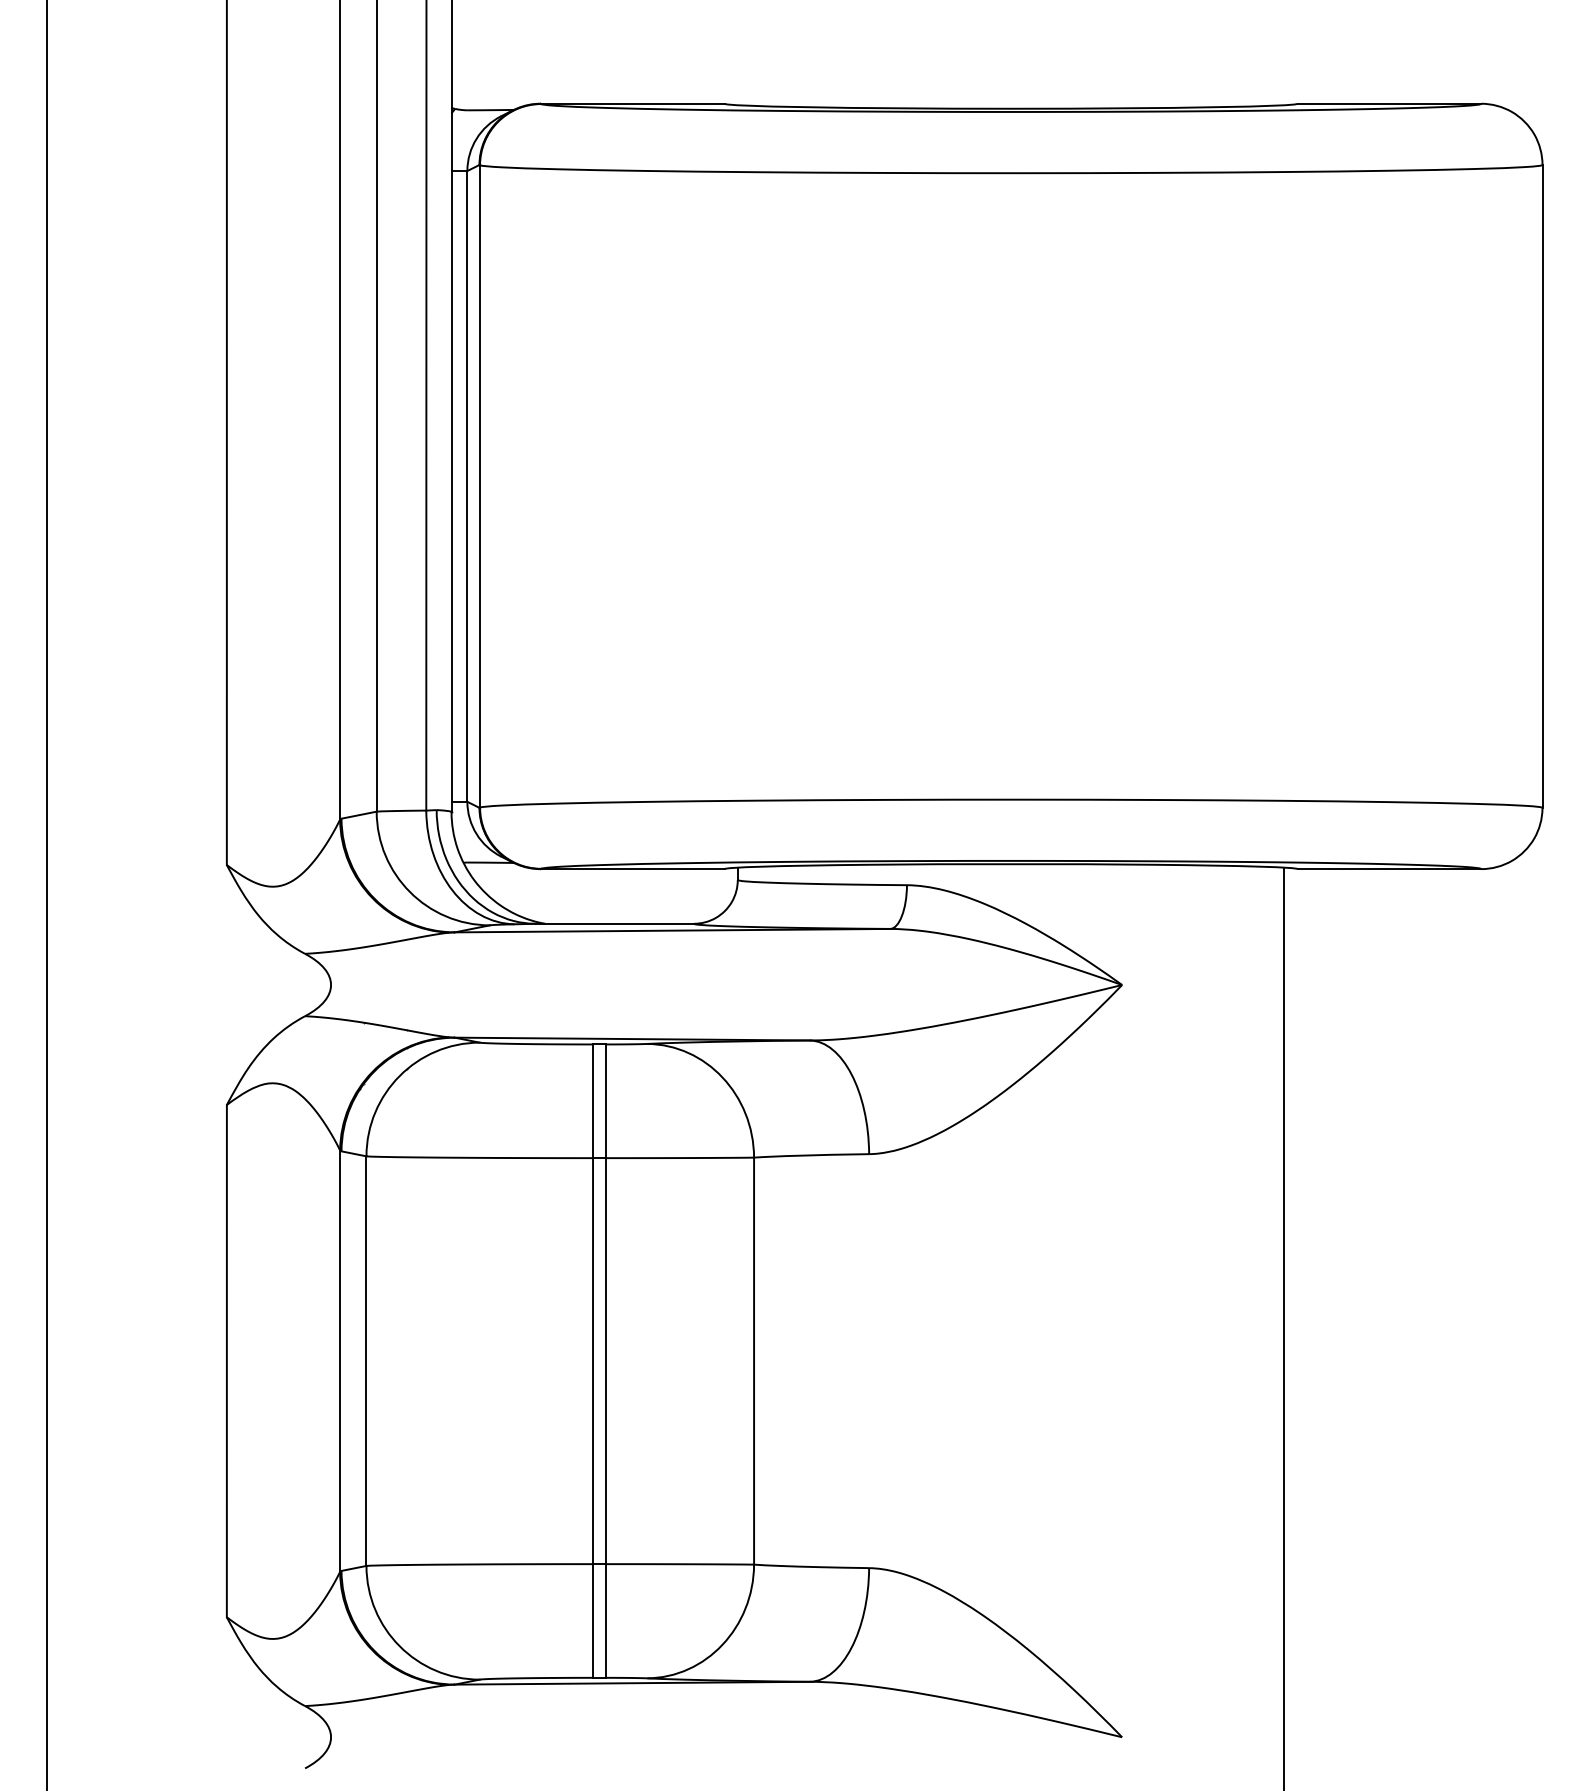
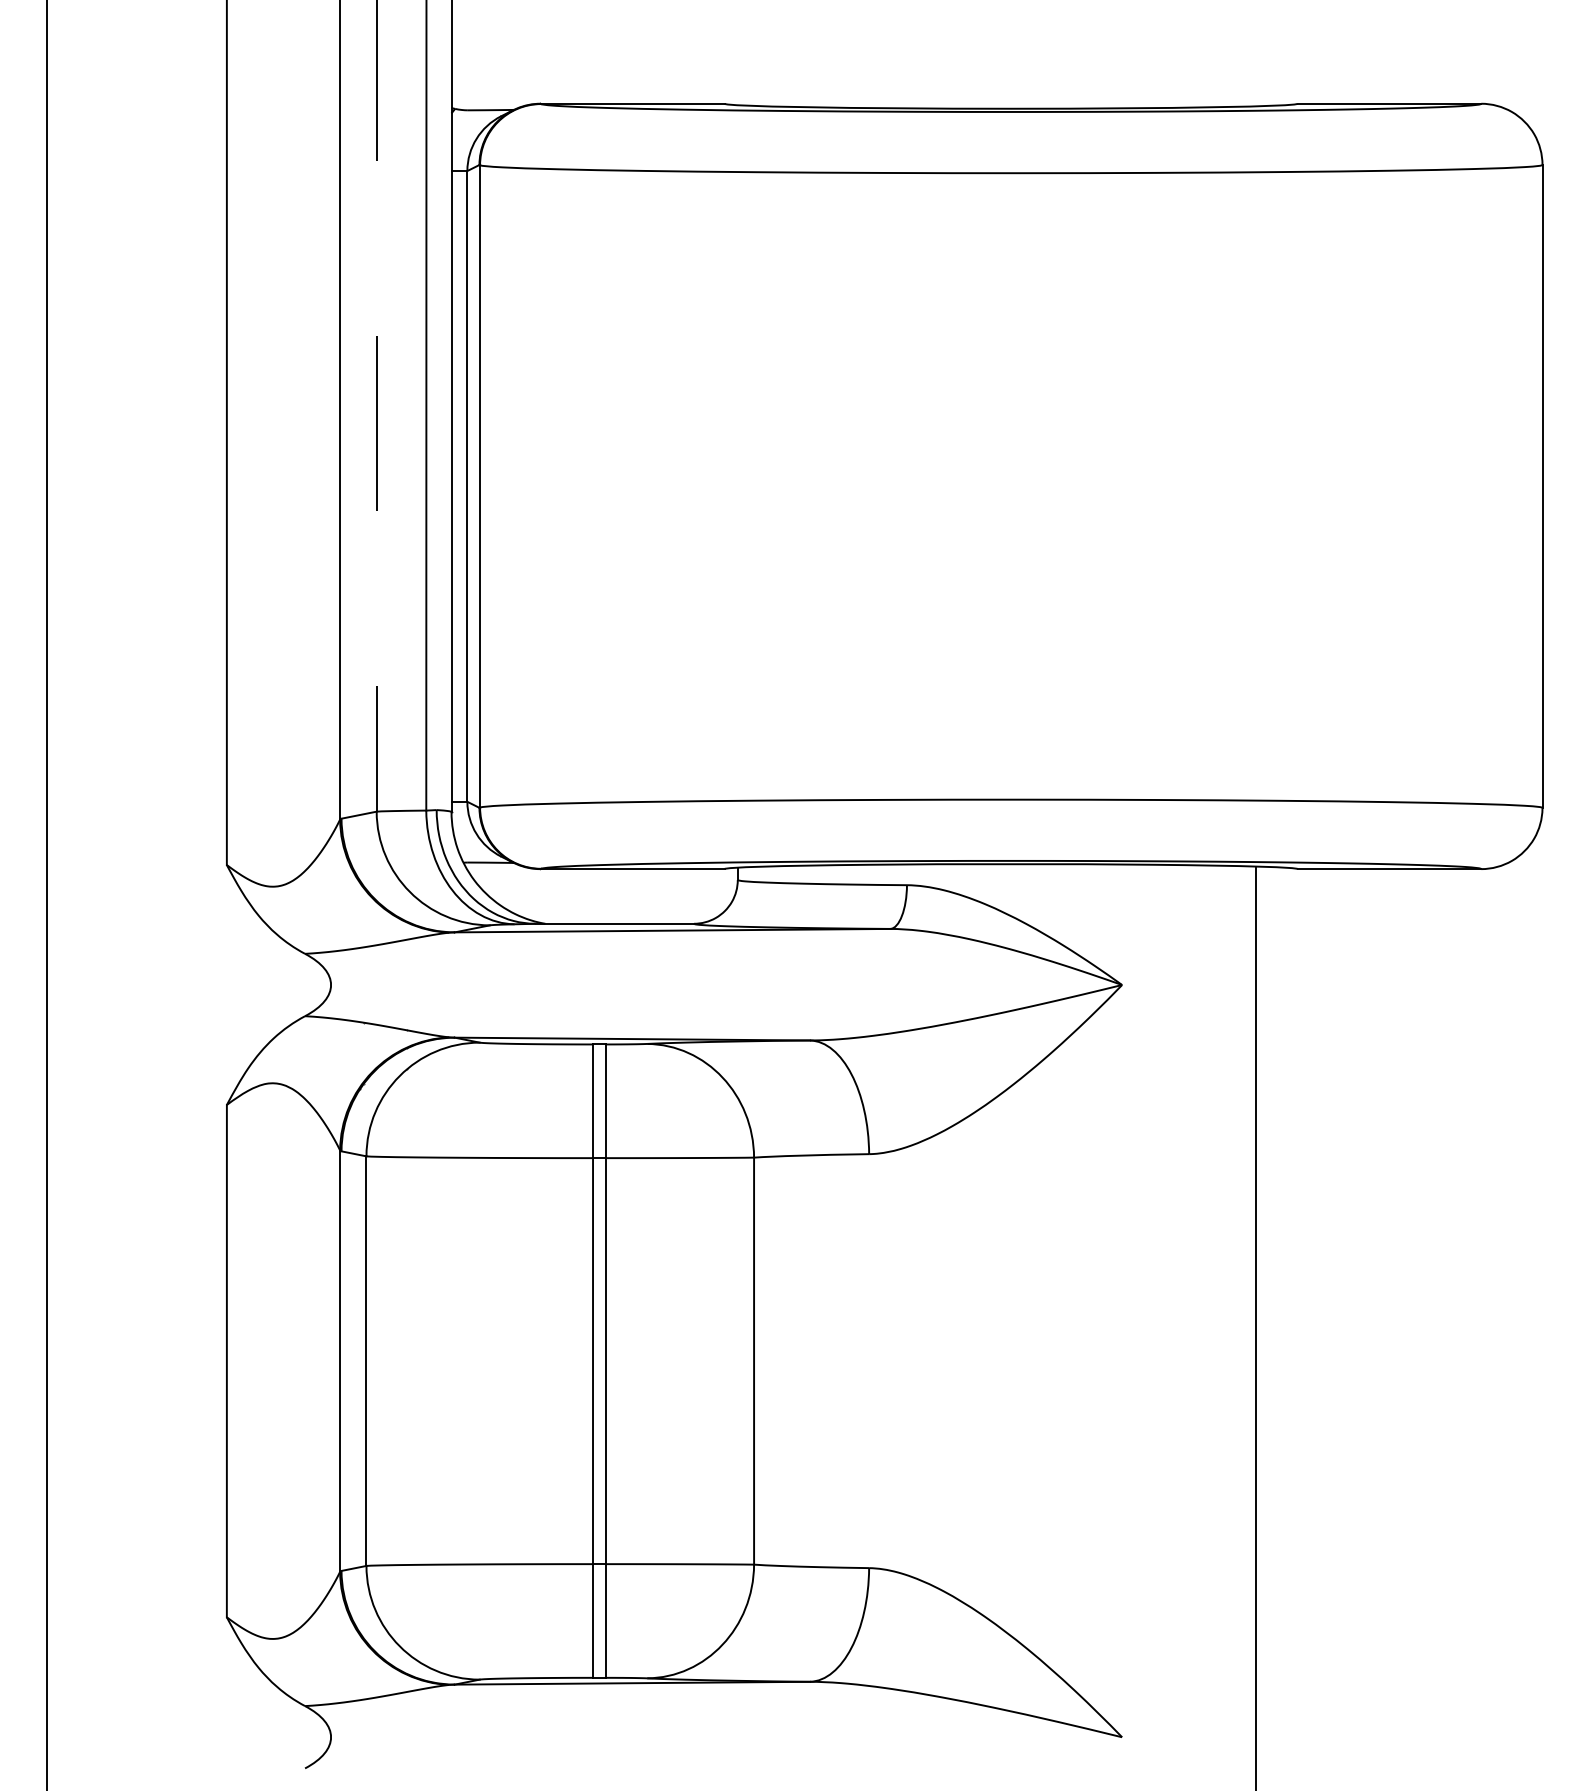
line at (376, 405): solid -> dashed
line at (1284, 1327) position: (1284, 1327) -> (1256, 1327)
